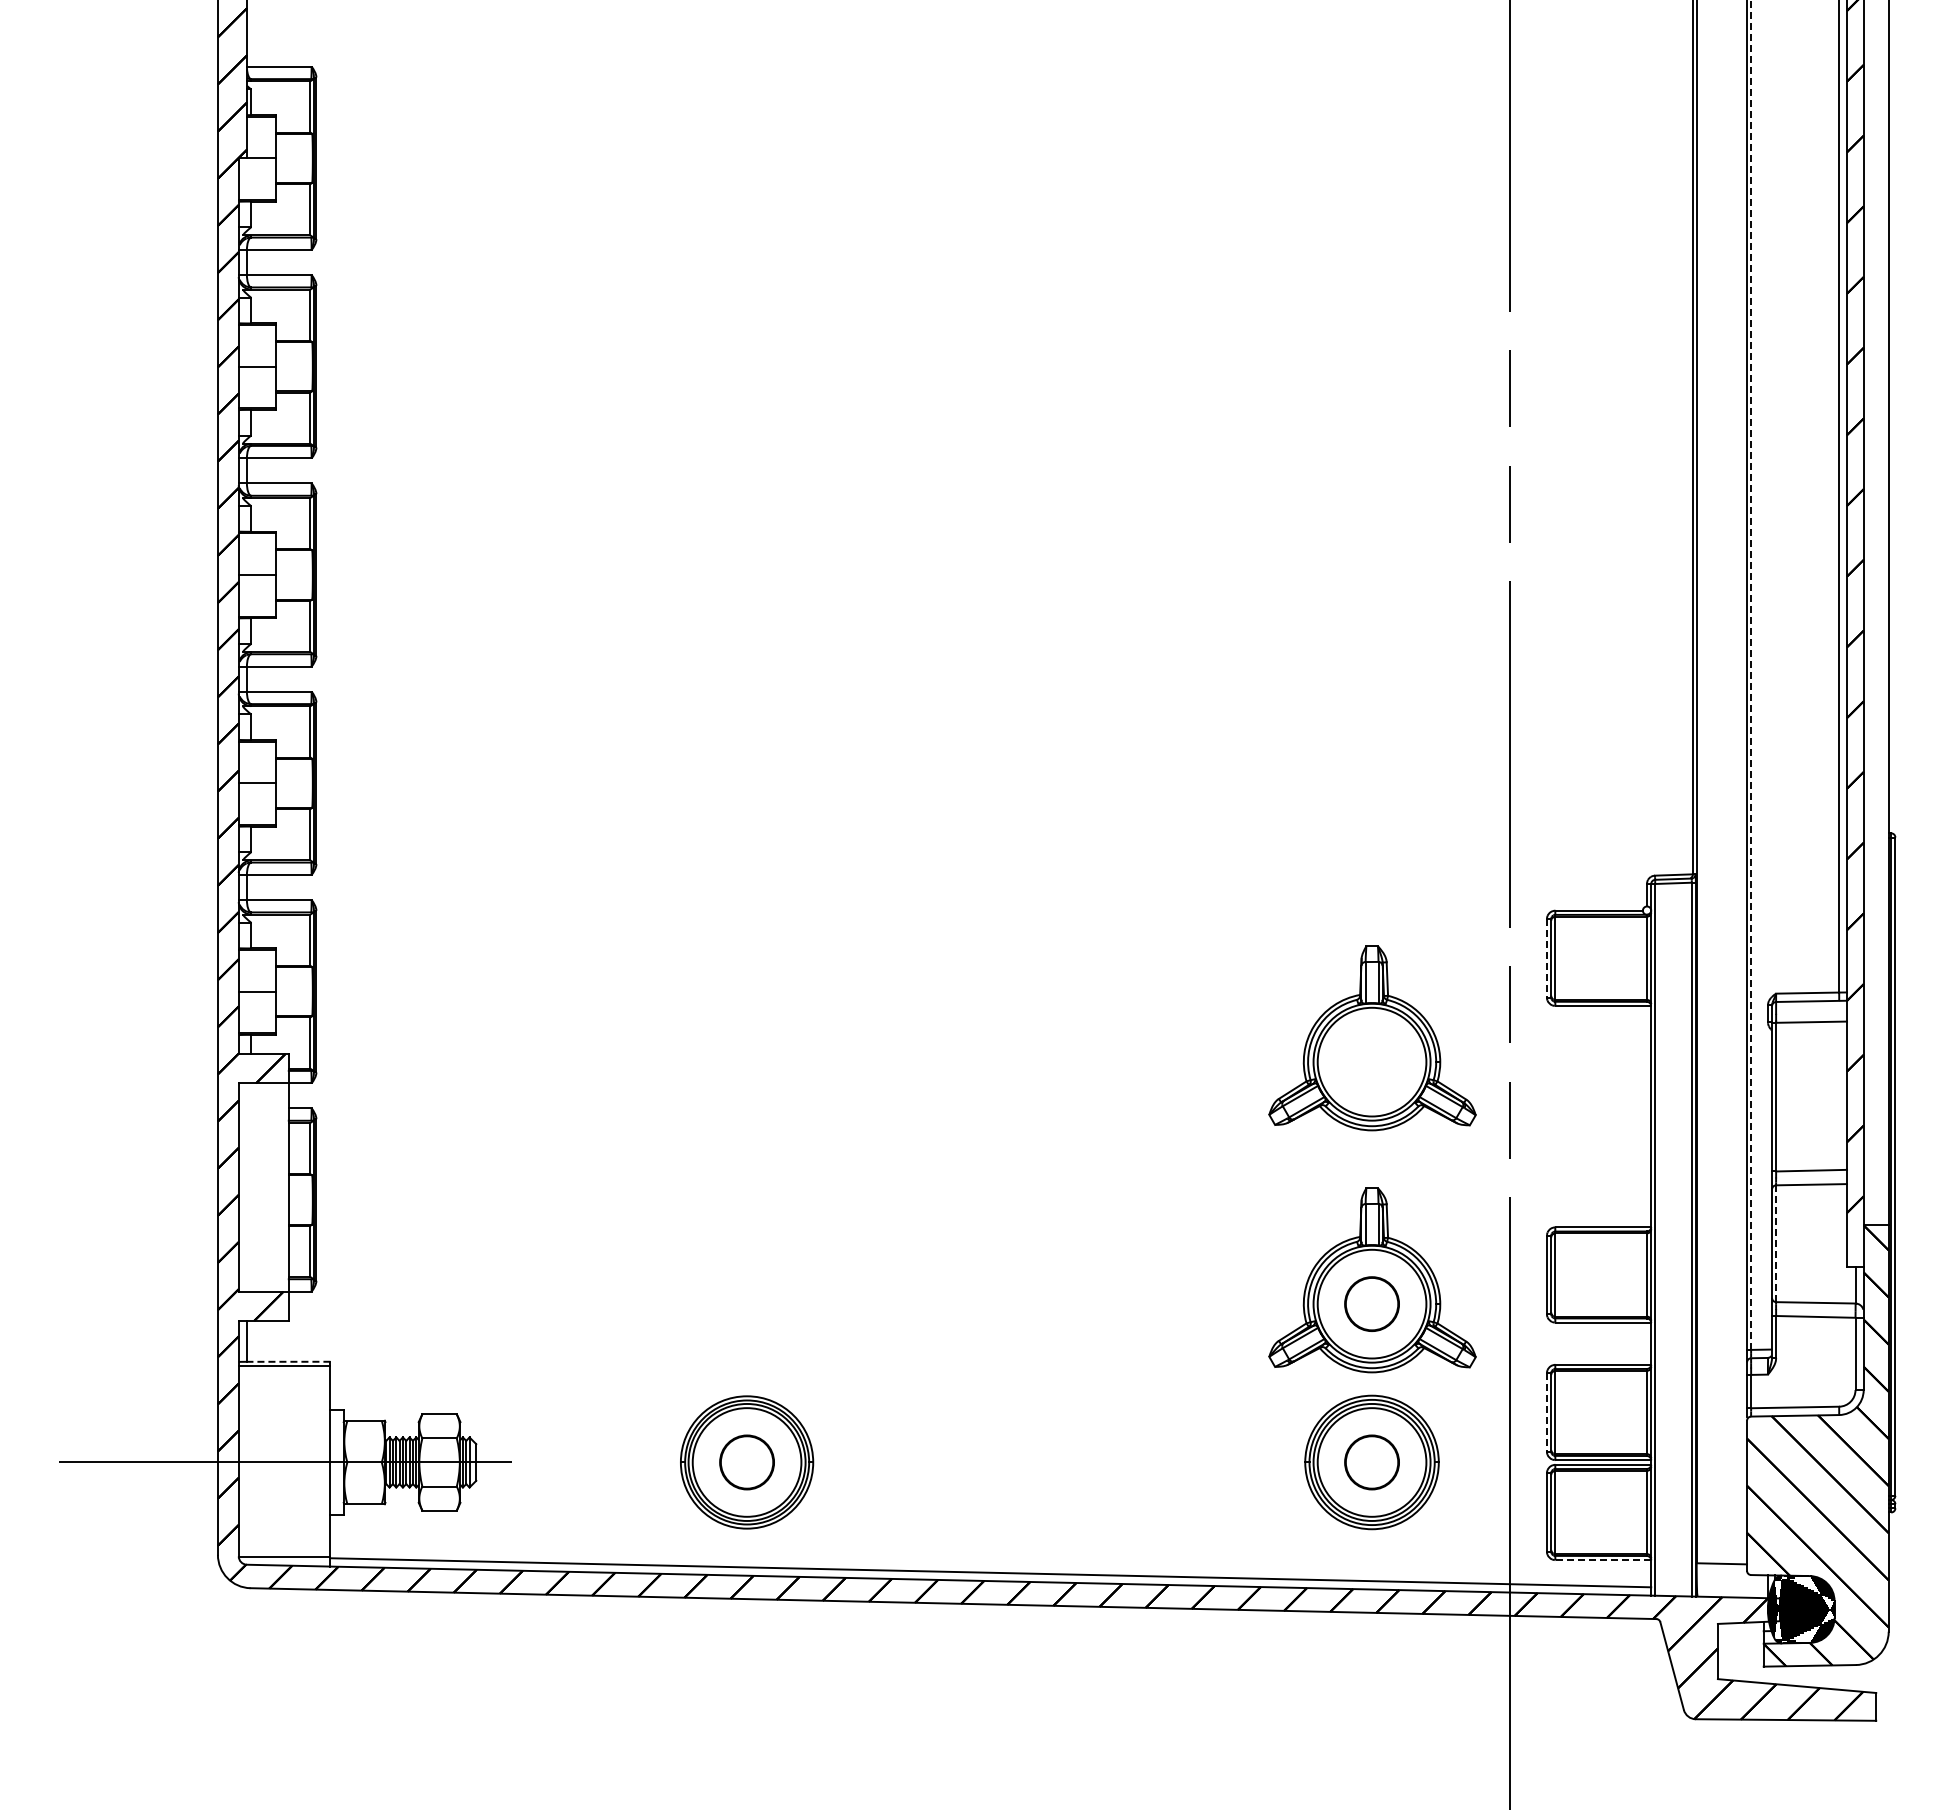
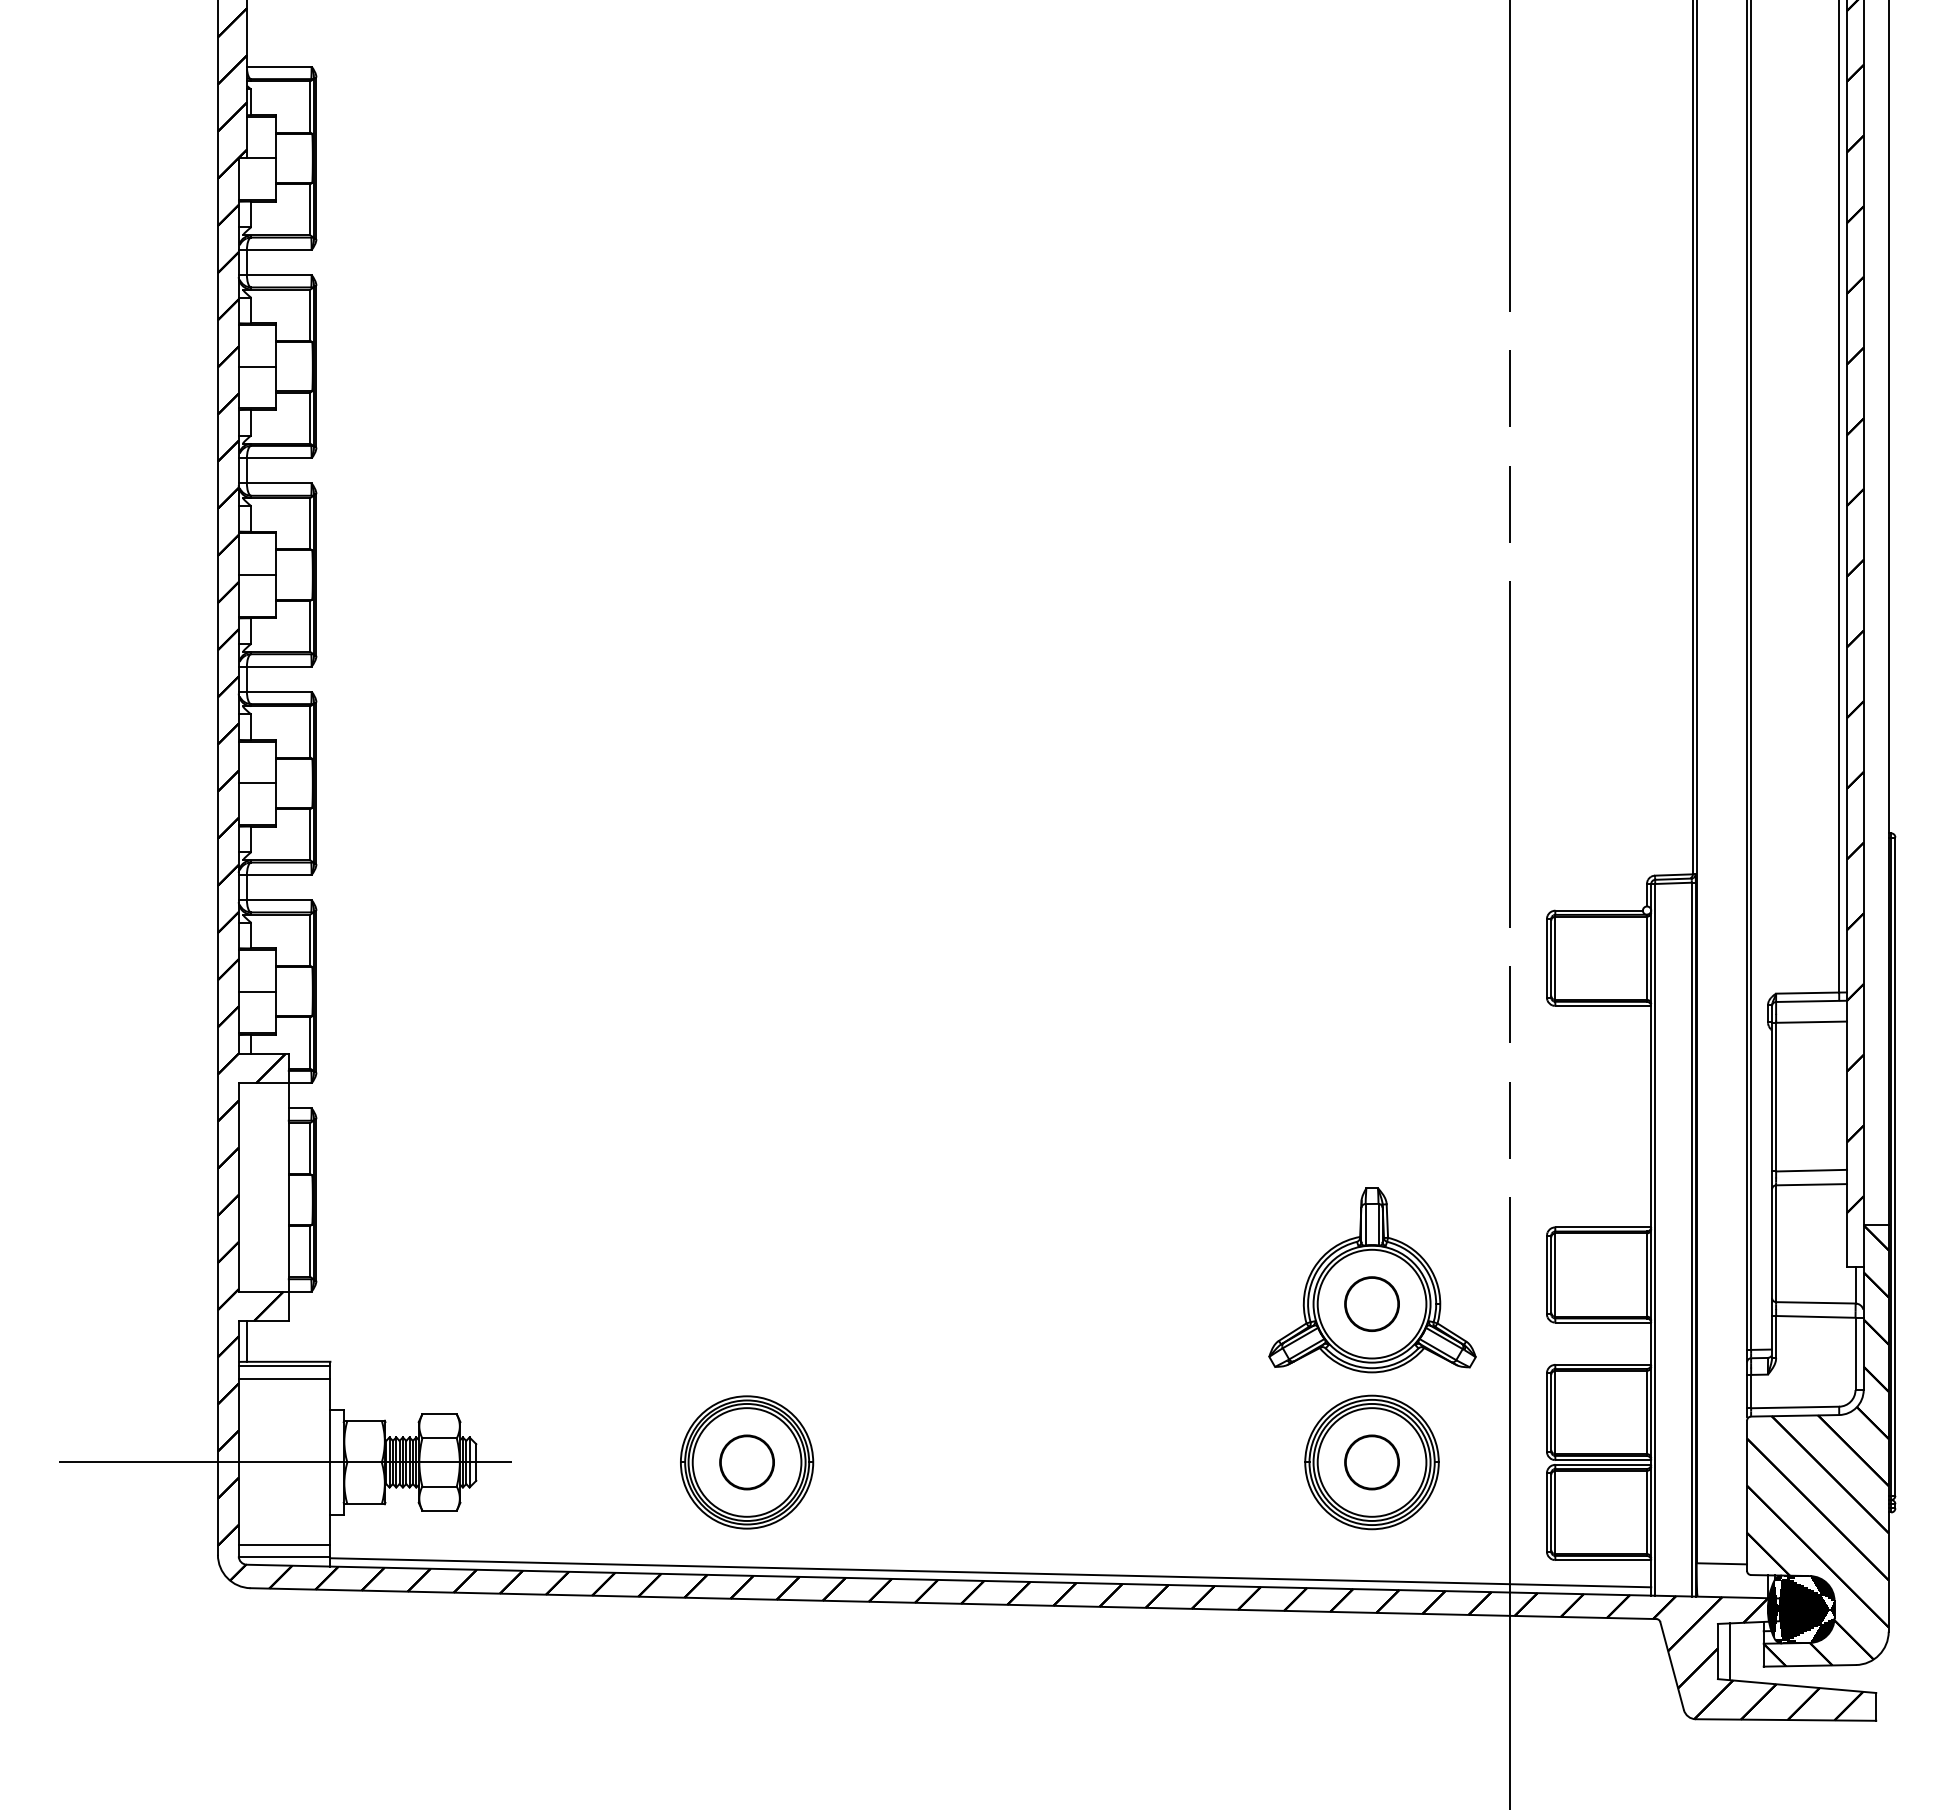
line at (1751, 675): dashed -> solid
line at (1546, 958): dashed -> solid
part at (1372, 1038): present -> none
line at (1776, 1243): dashed -> solid
line at (288, 1361): dashed -> solid
line at (284, 1379): none -> present
line at (1546, 1412): dashed -> solid
line at (284, 1545): none -> present
line at (1603, 1560): dashed -> solid
line at (1730, 1651): none -> present
